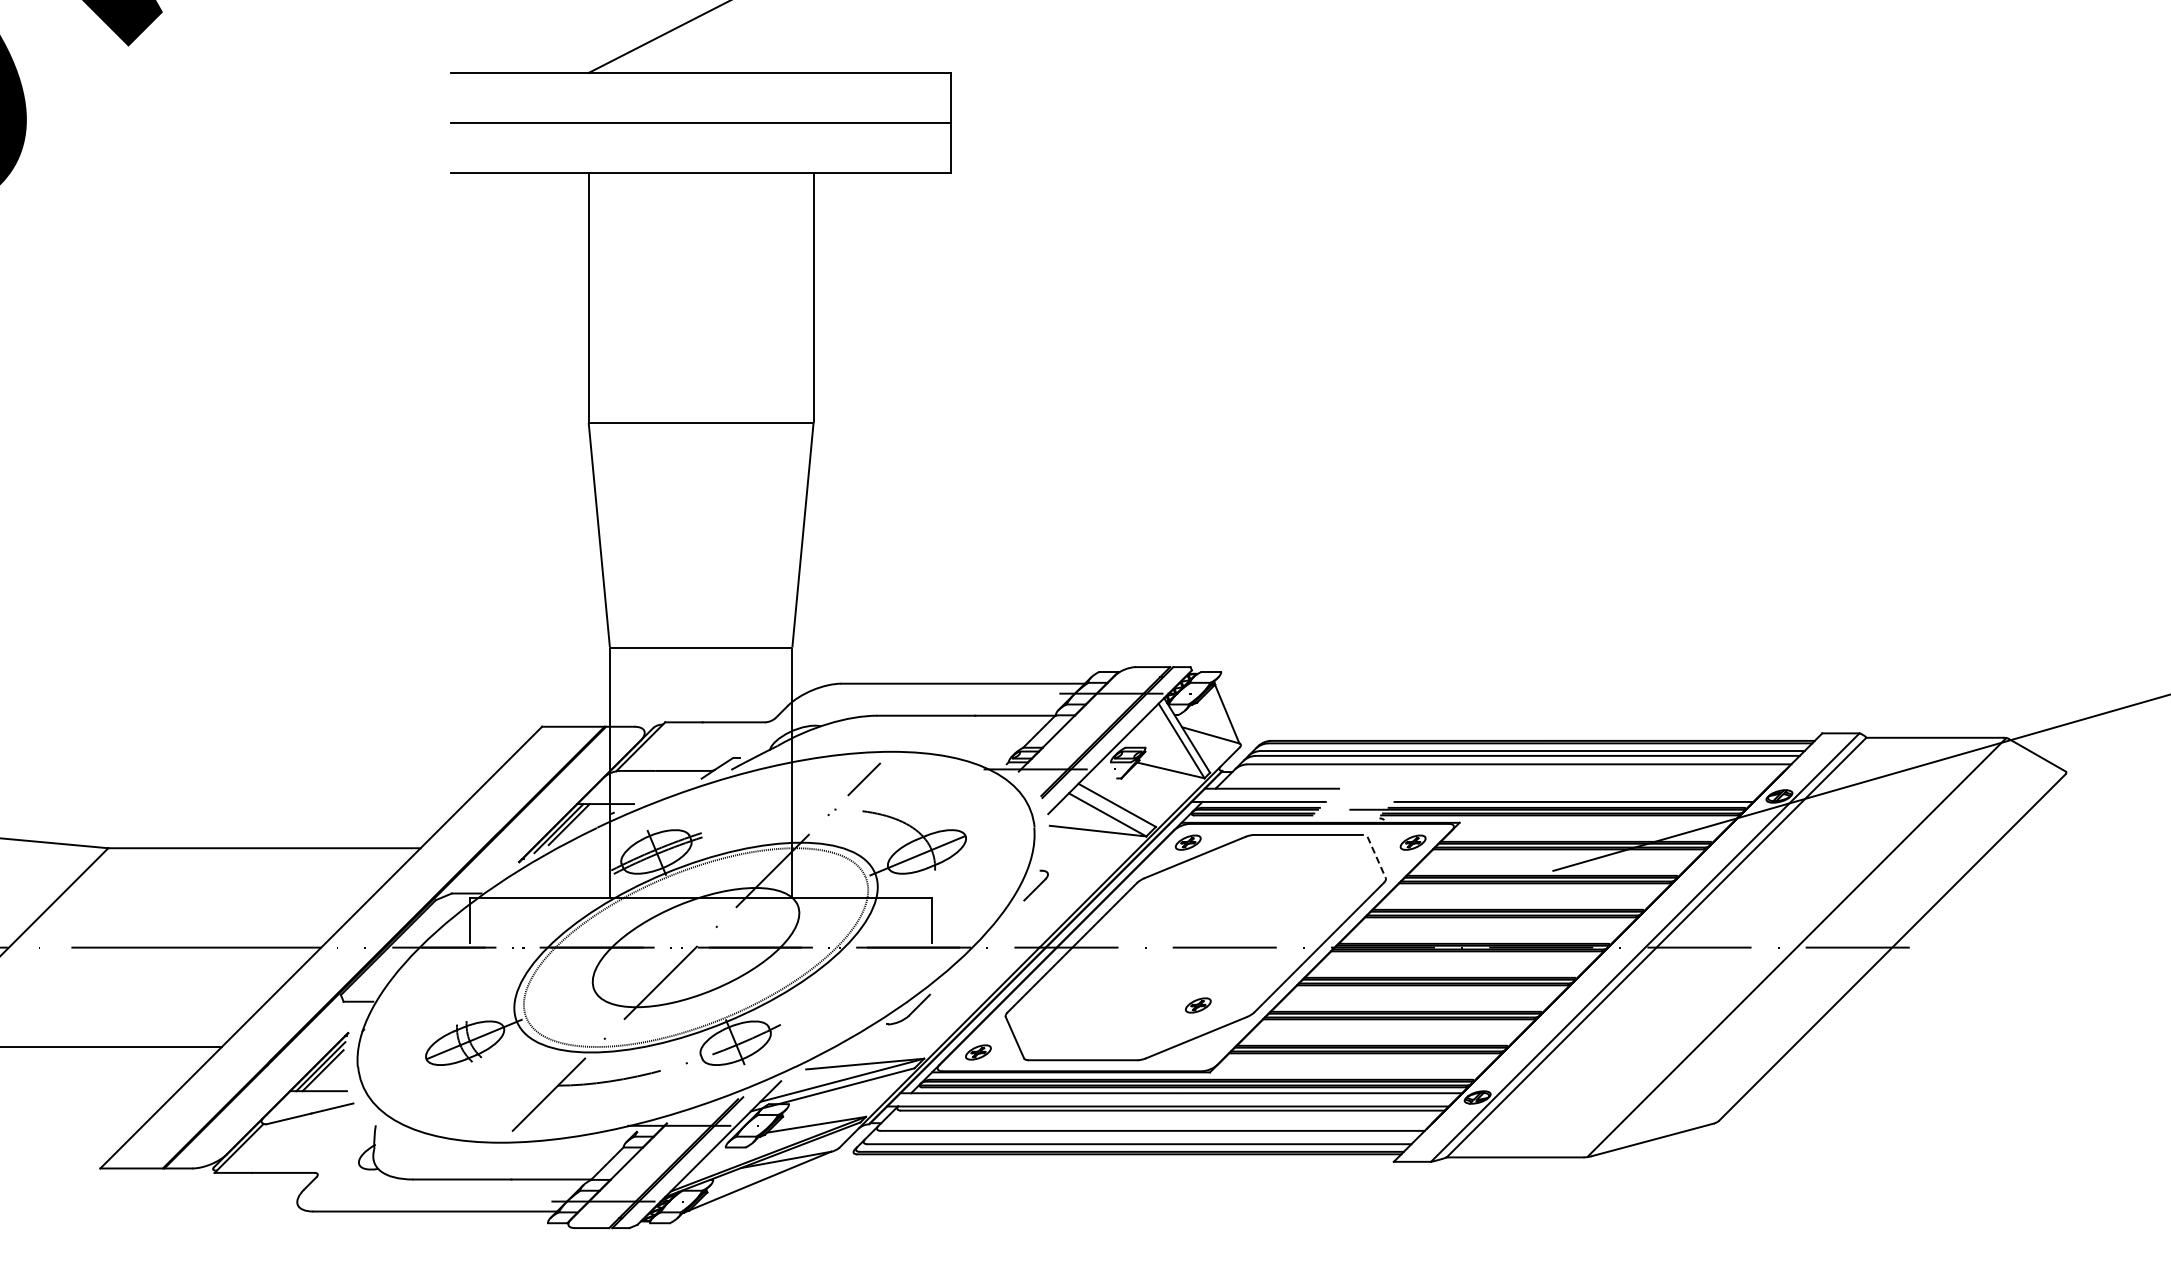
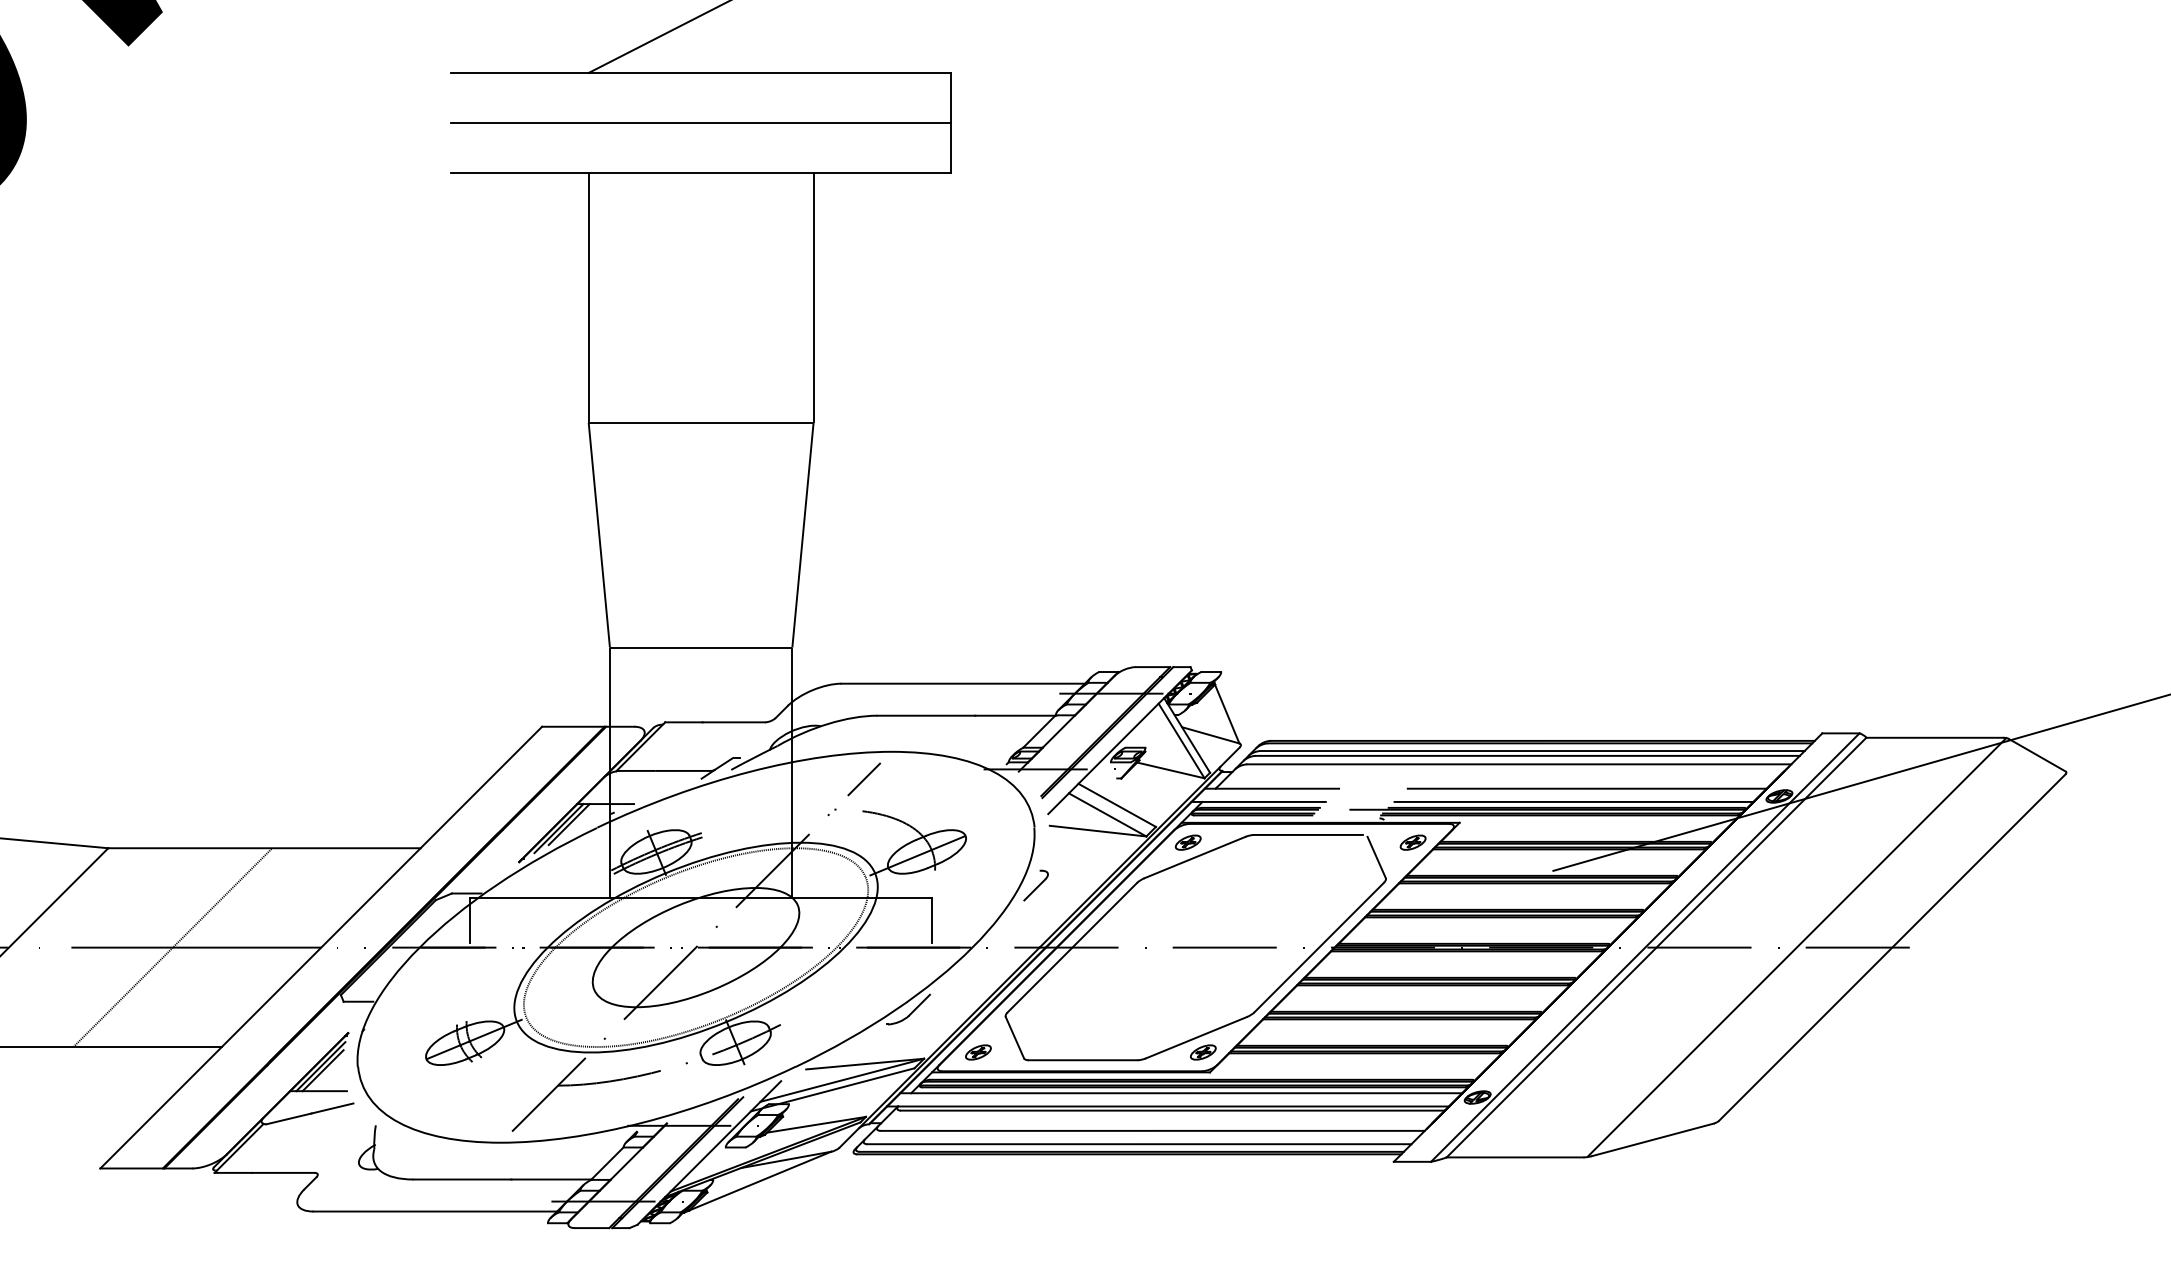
line at (1586, 788): none -> present
line at (1376, 857): dashed -> solid
line at (172, 947): none -> present
part at (1198, 1005) position: (1198, 1005) -> (1203, 1052)
